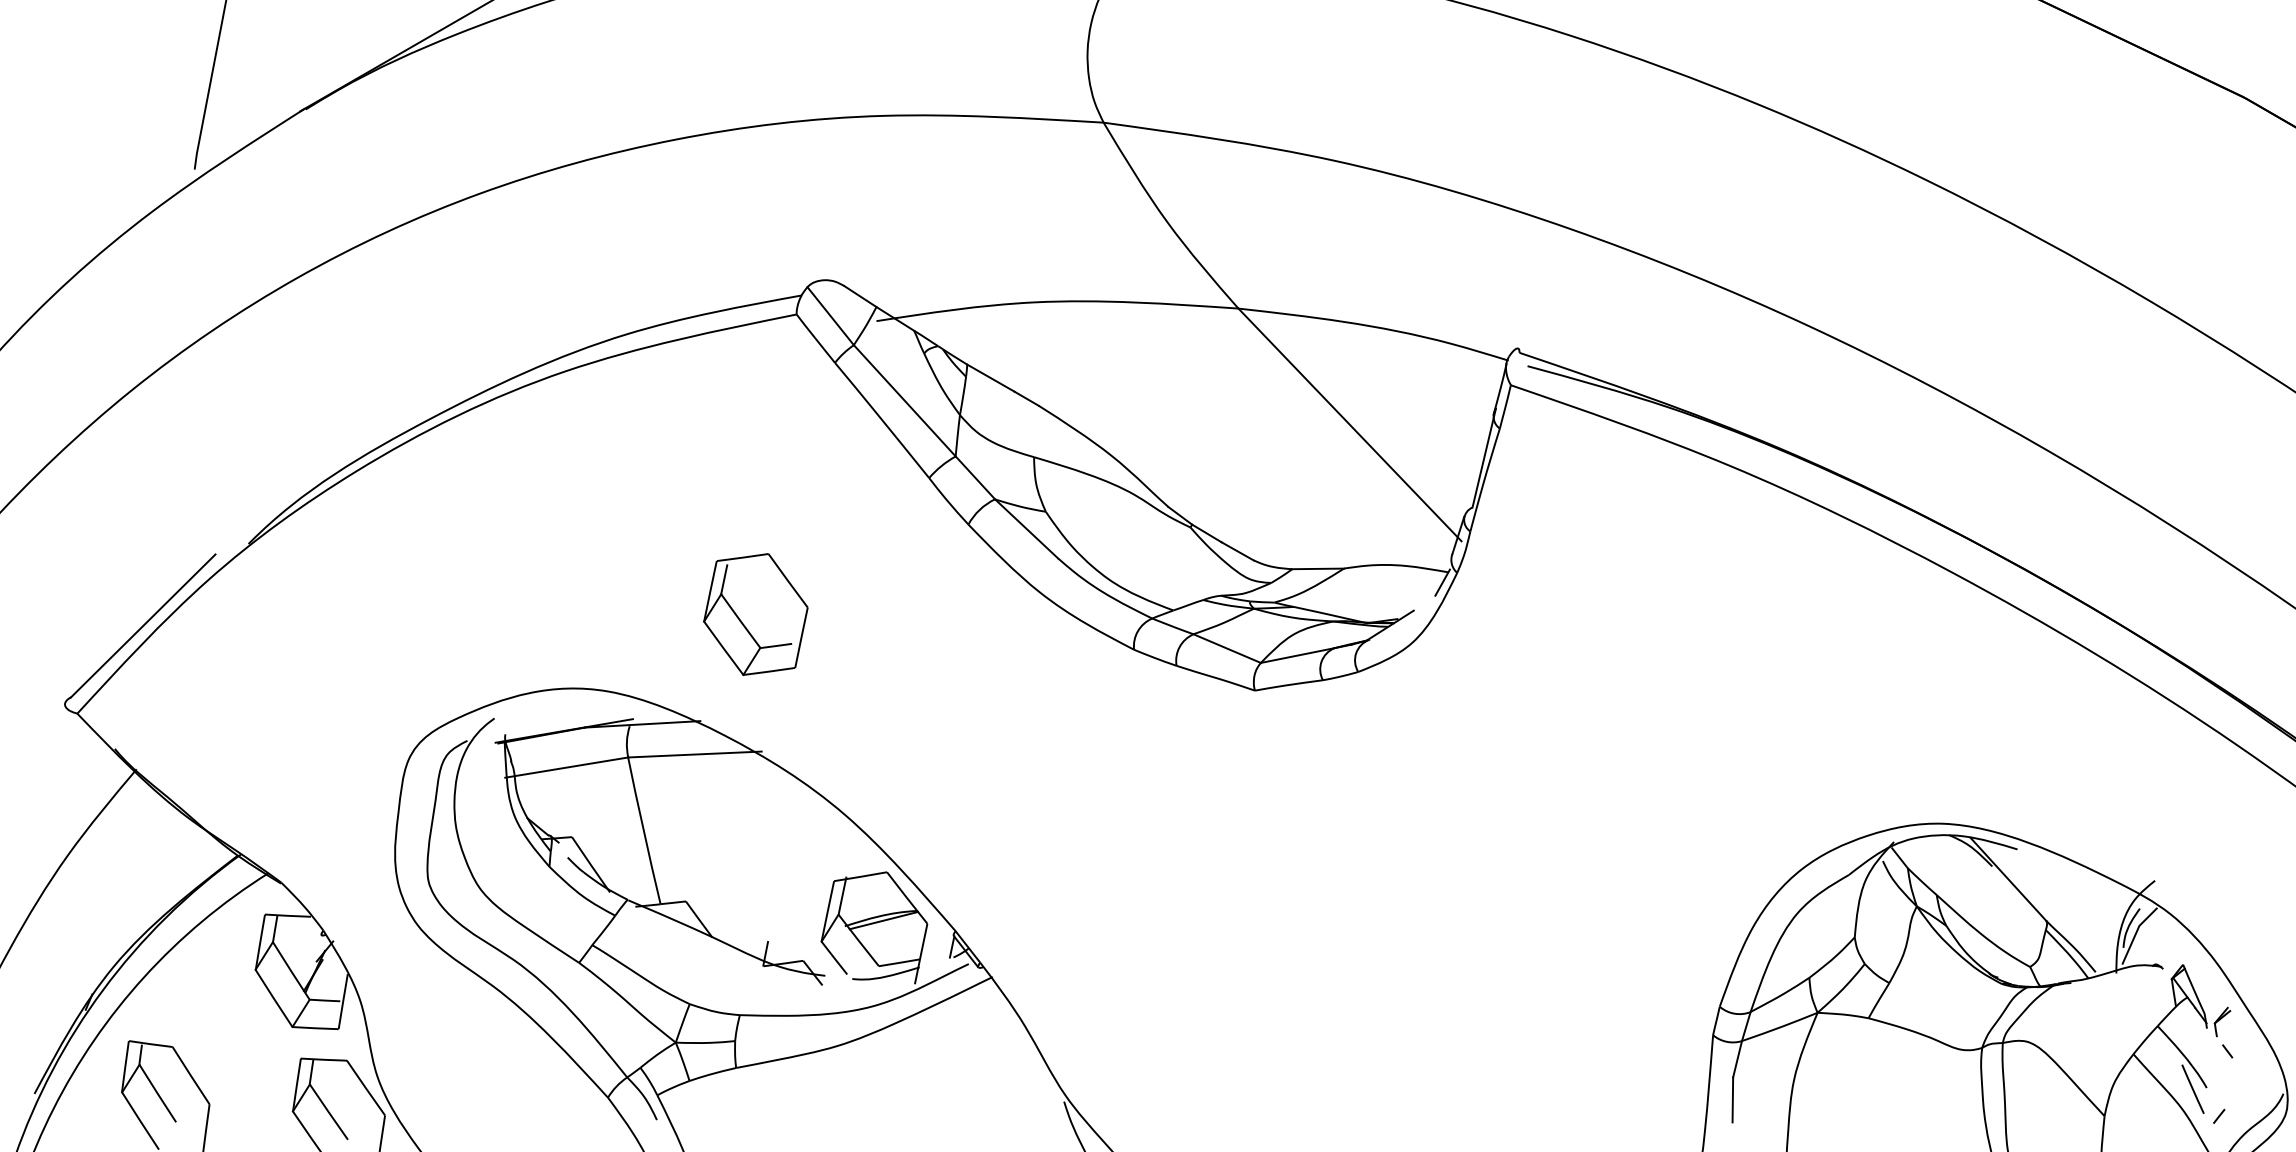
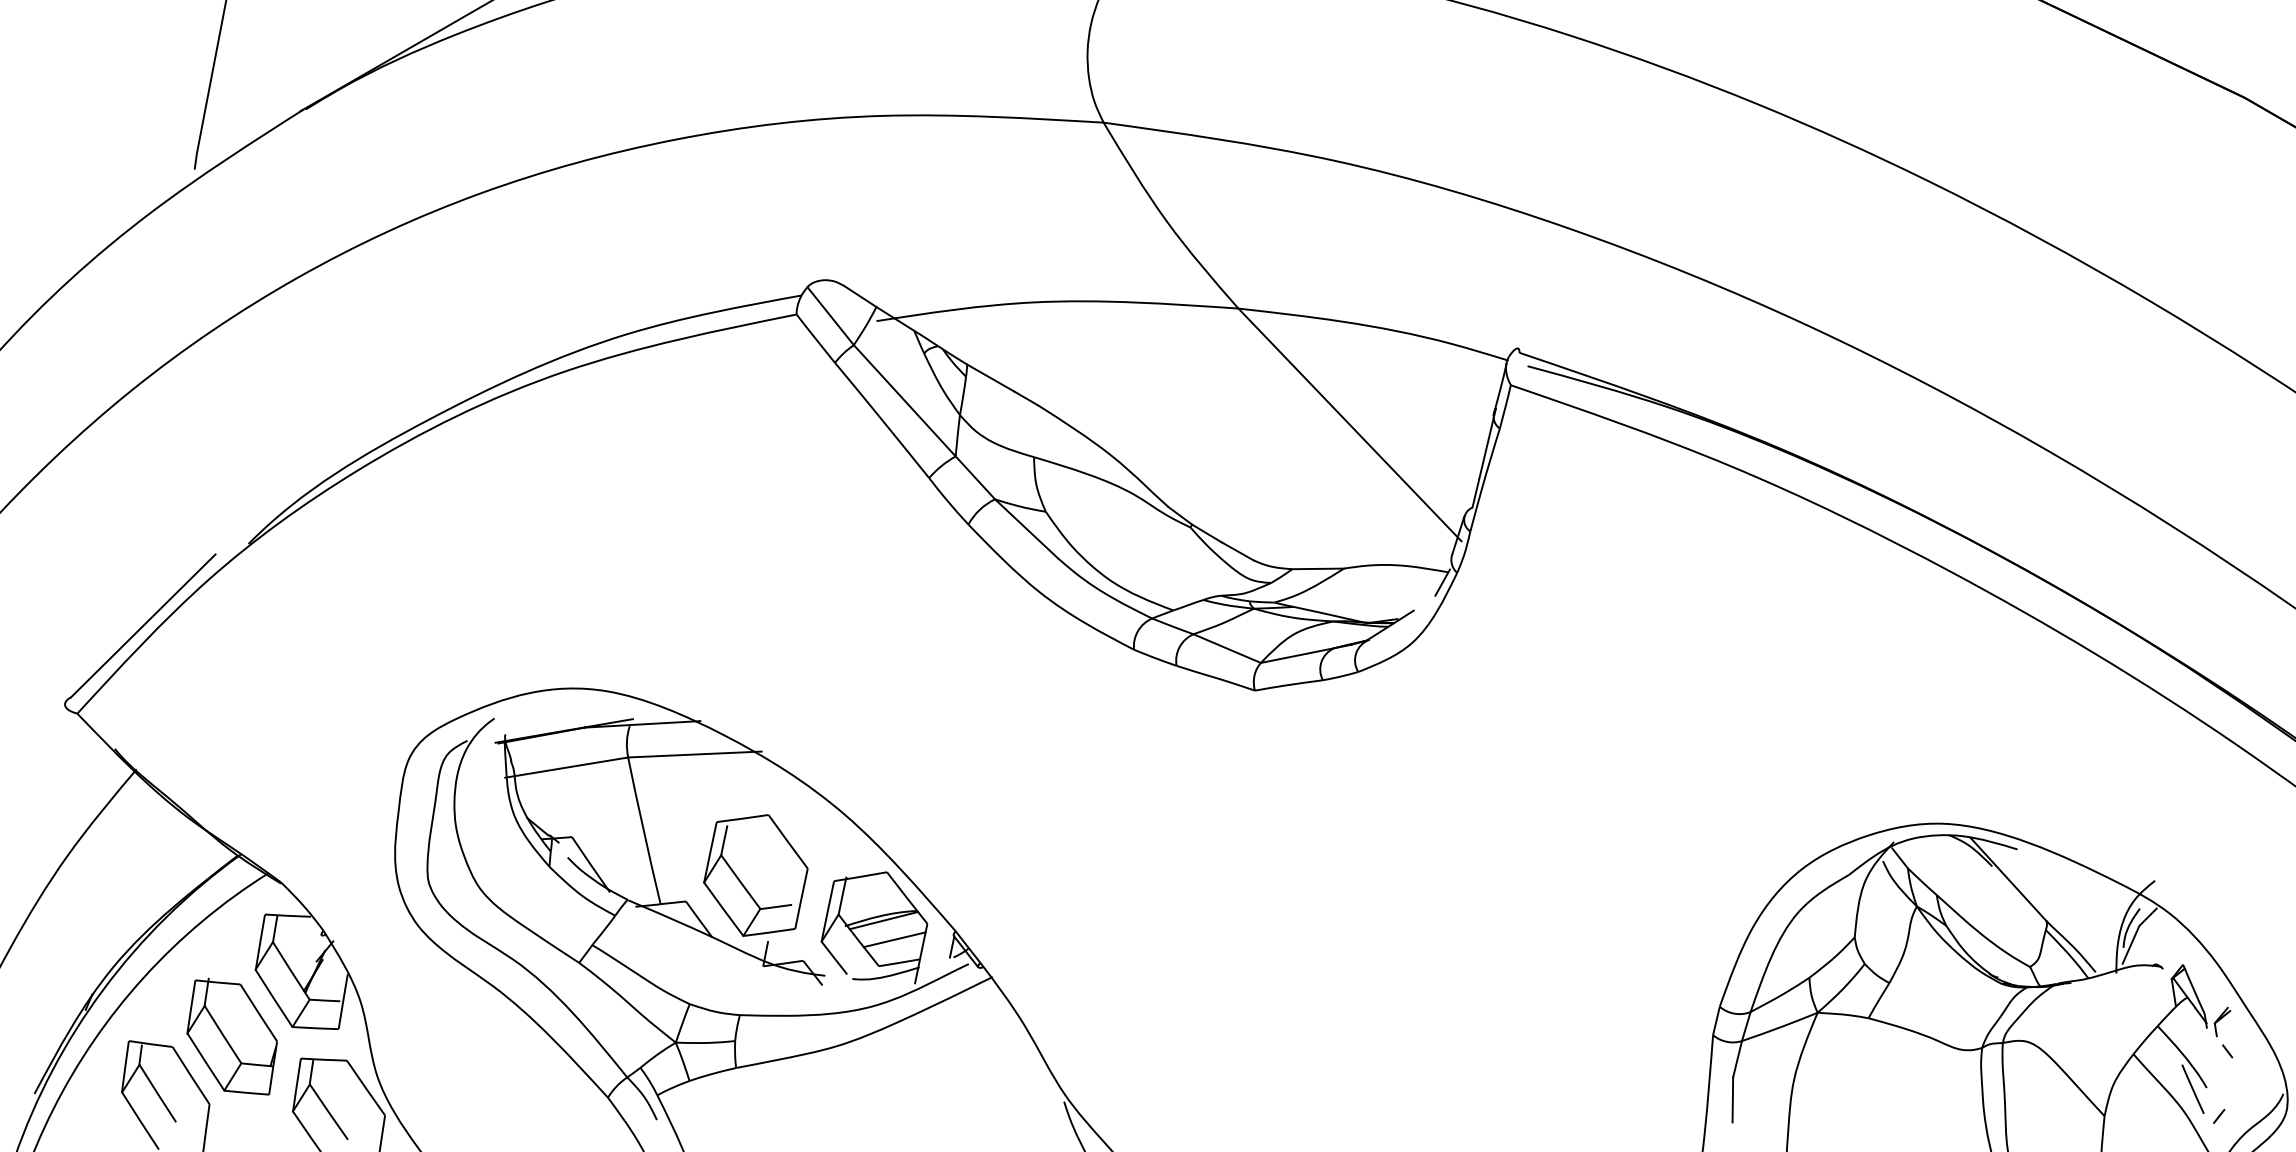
part at (755, 614) position: (755, 614) -> (755, 875)
line at (894, 939): none -> present
part at (231, 1036): none -> present
